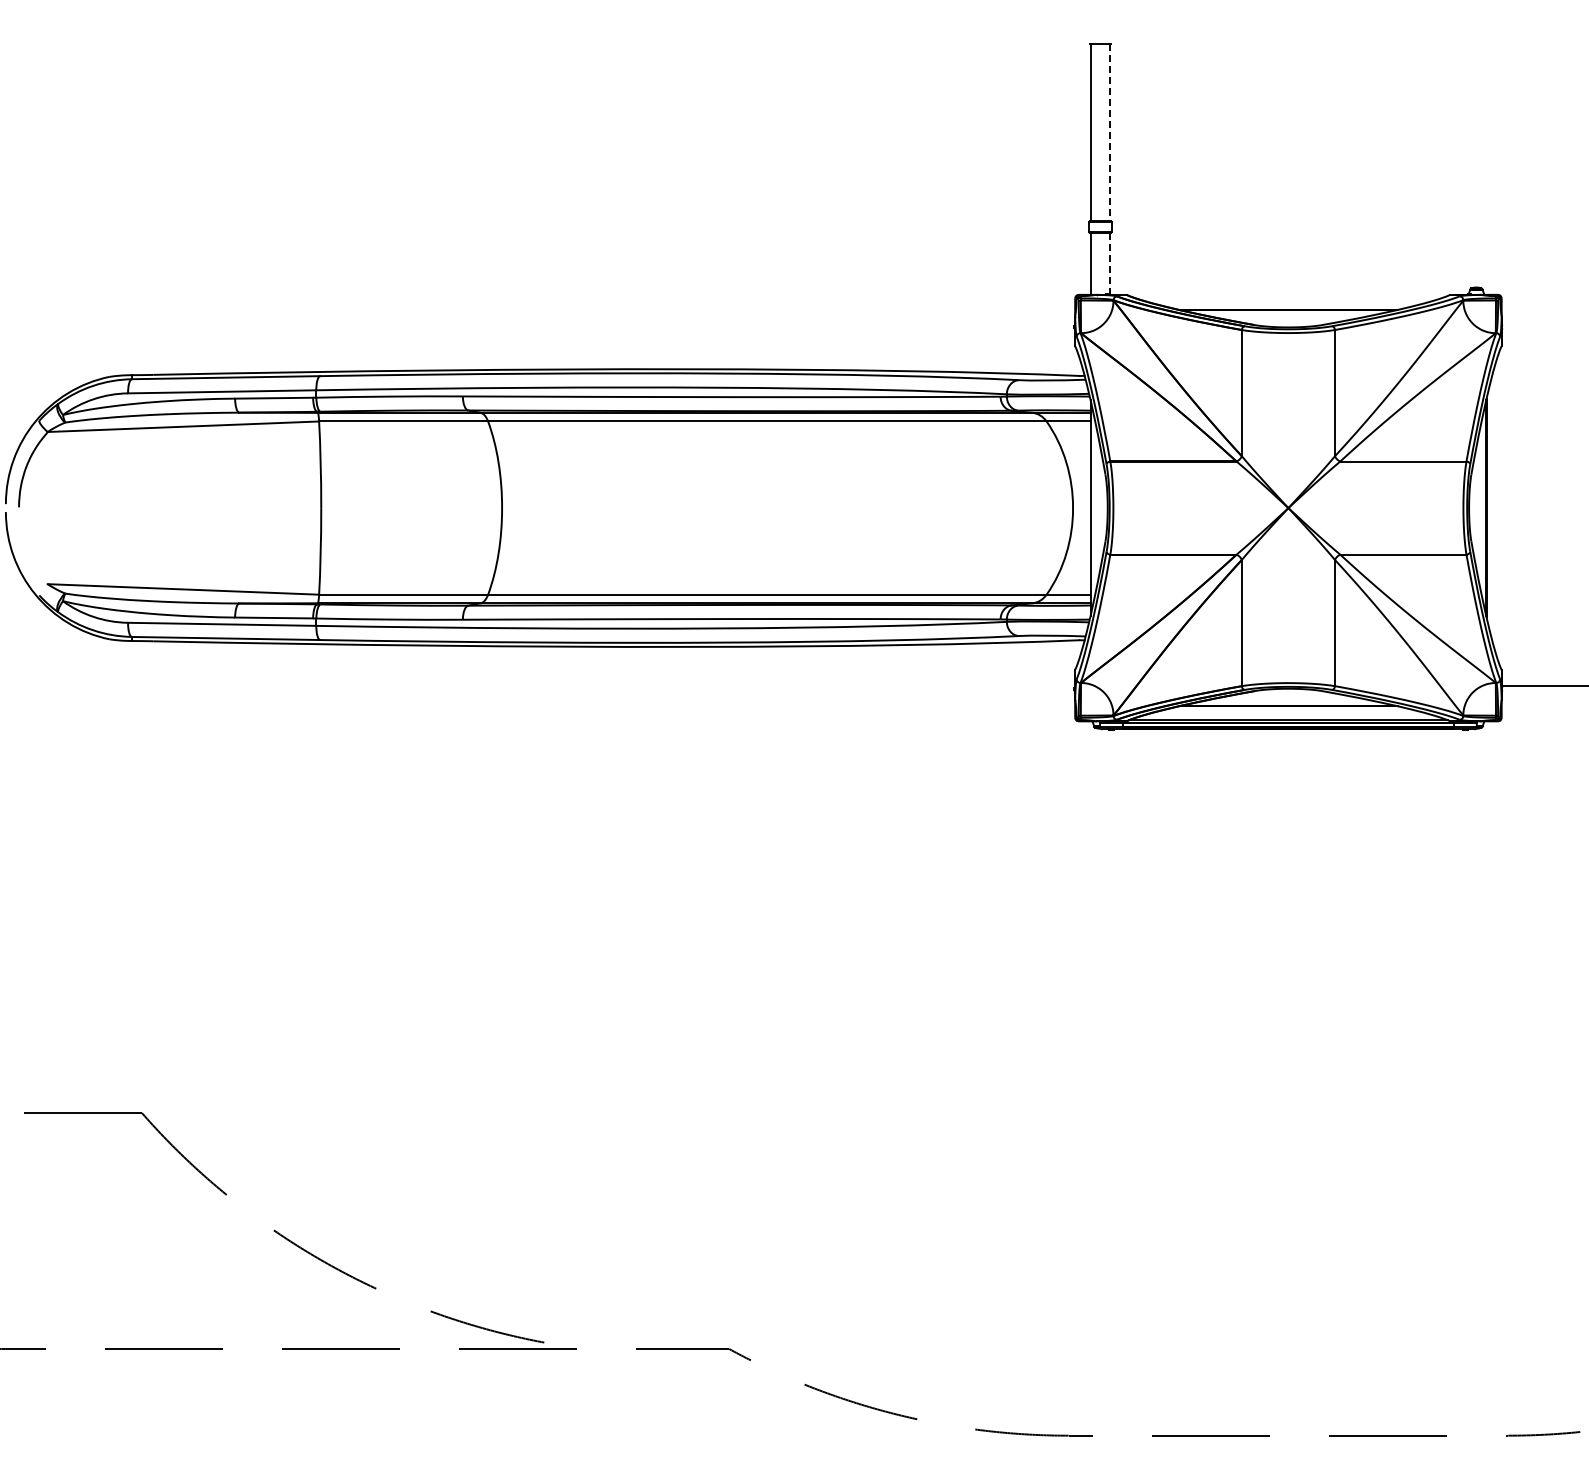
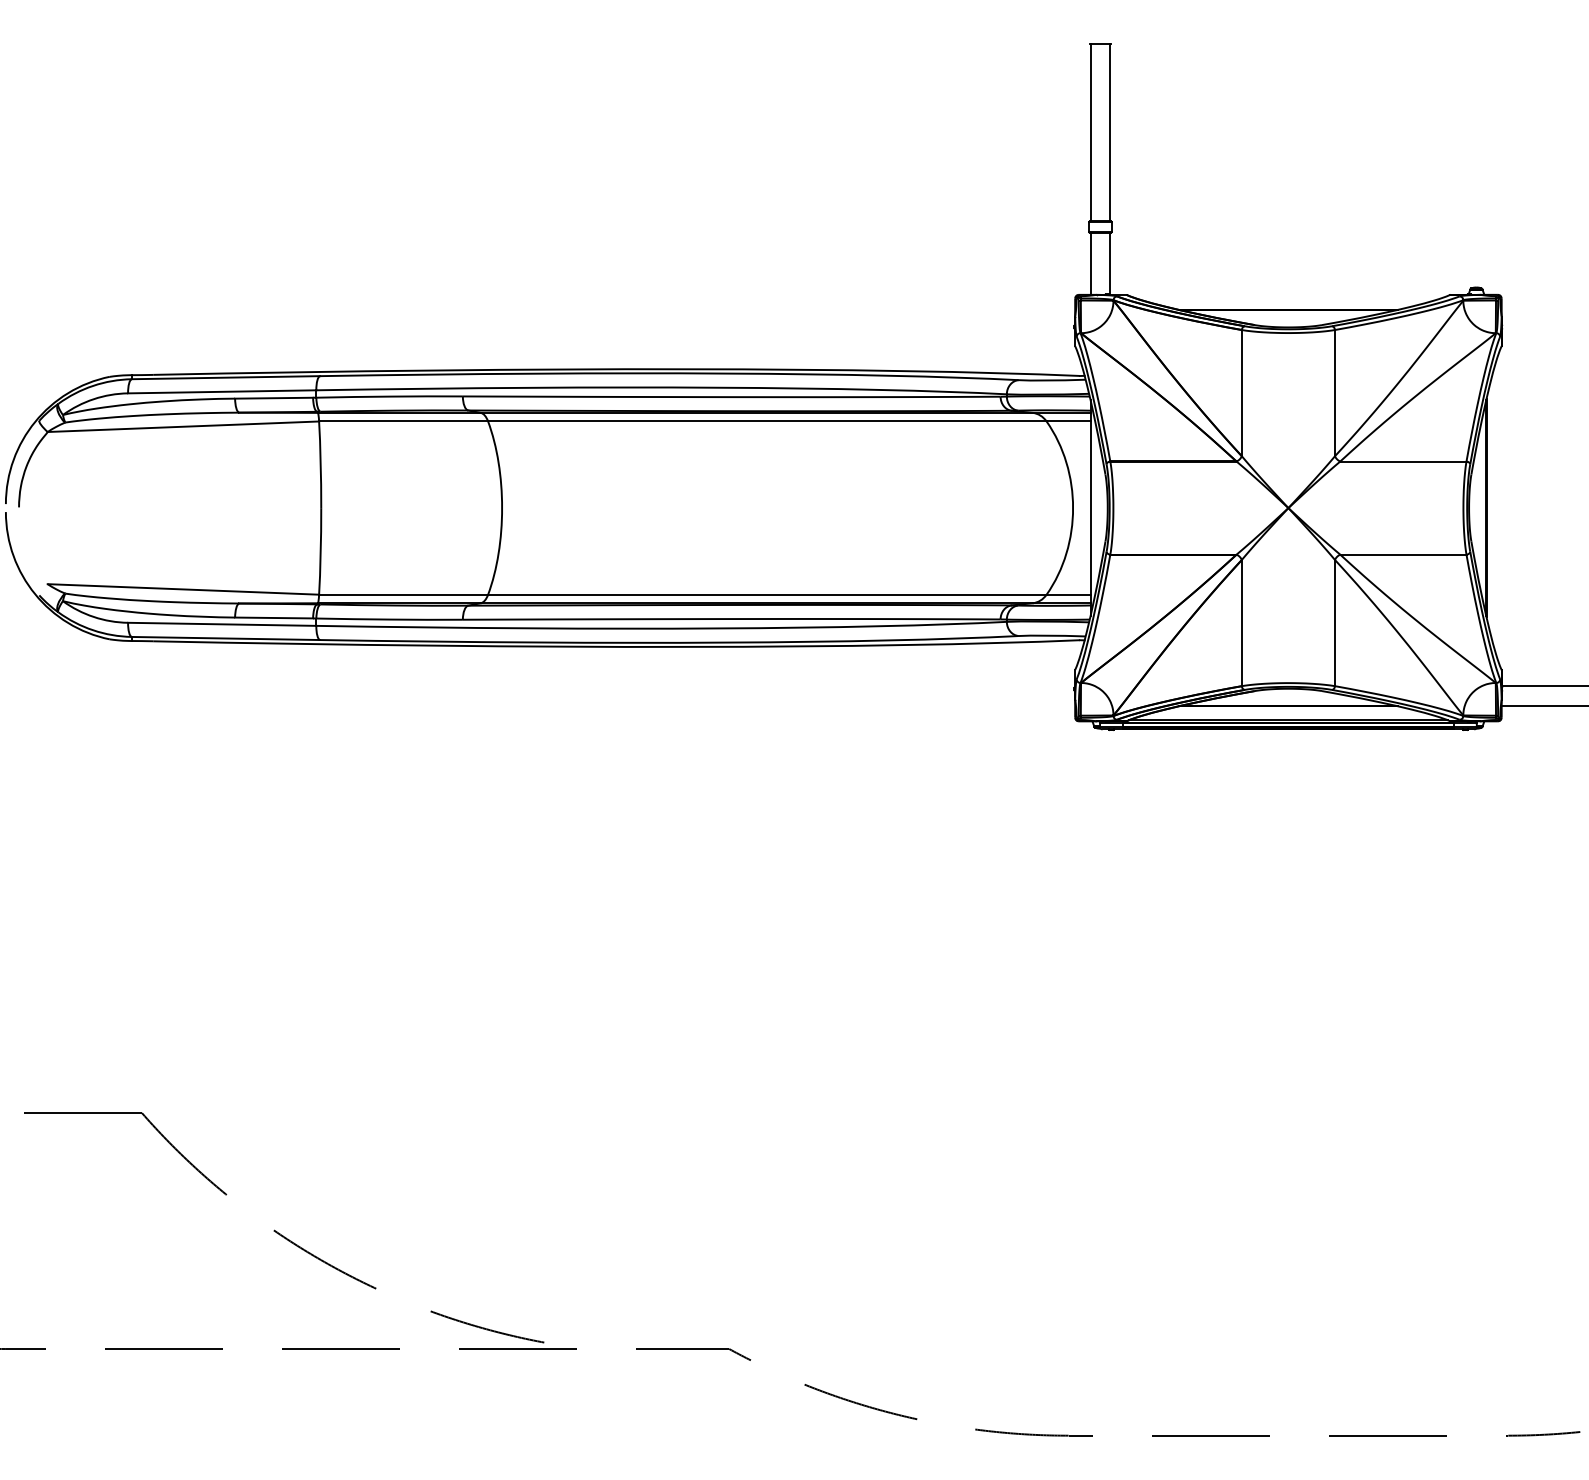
line at (1110, 133): dashed -> solid
line at (1110, 263): dashed -> solid
line at (1543, 706): none -> present
